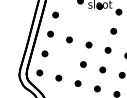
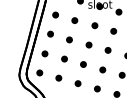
part at (74, 20): none -> present
part at (94, 25): none -> present
part at (64, 58): none -> present
